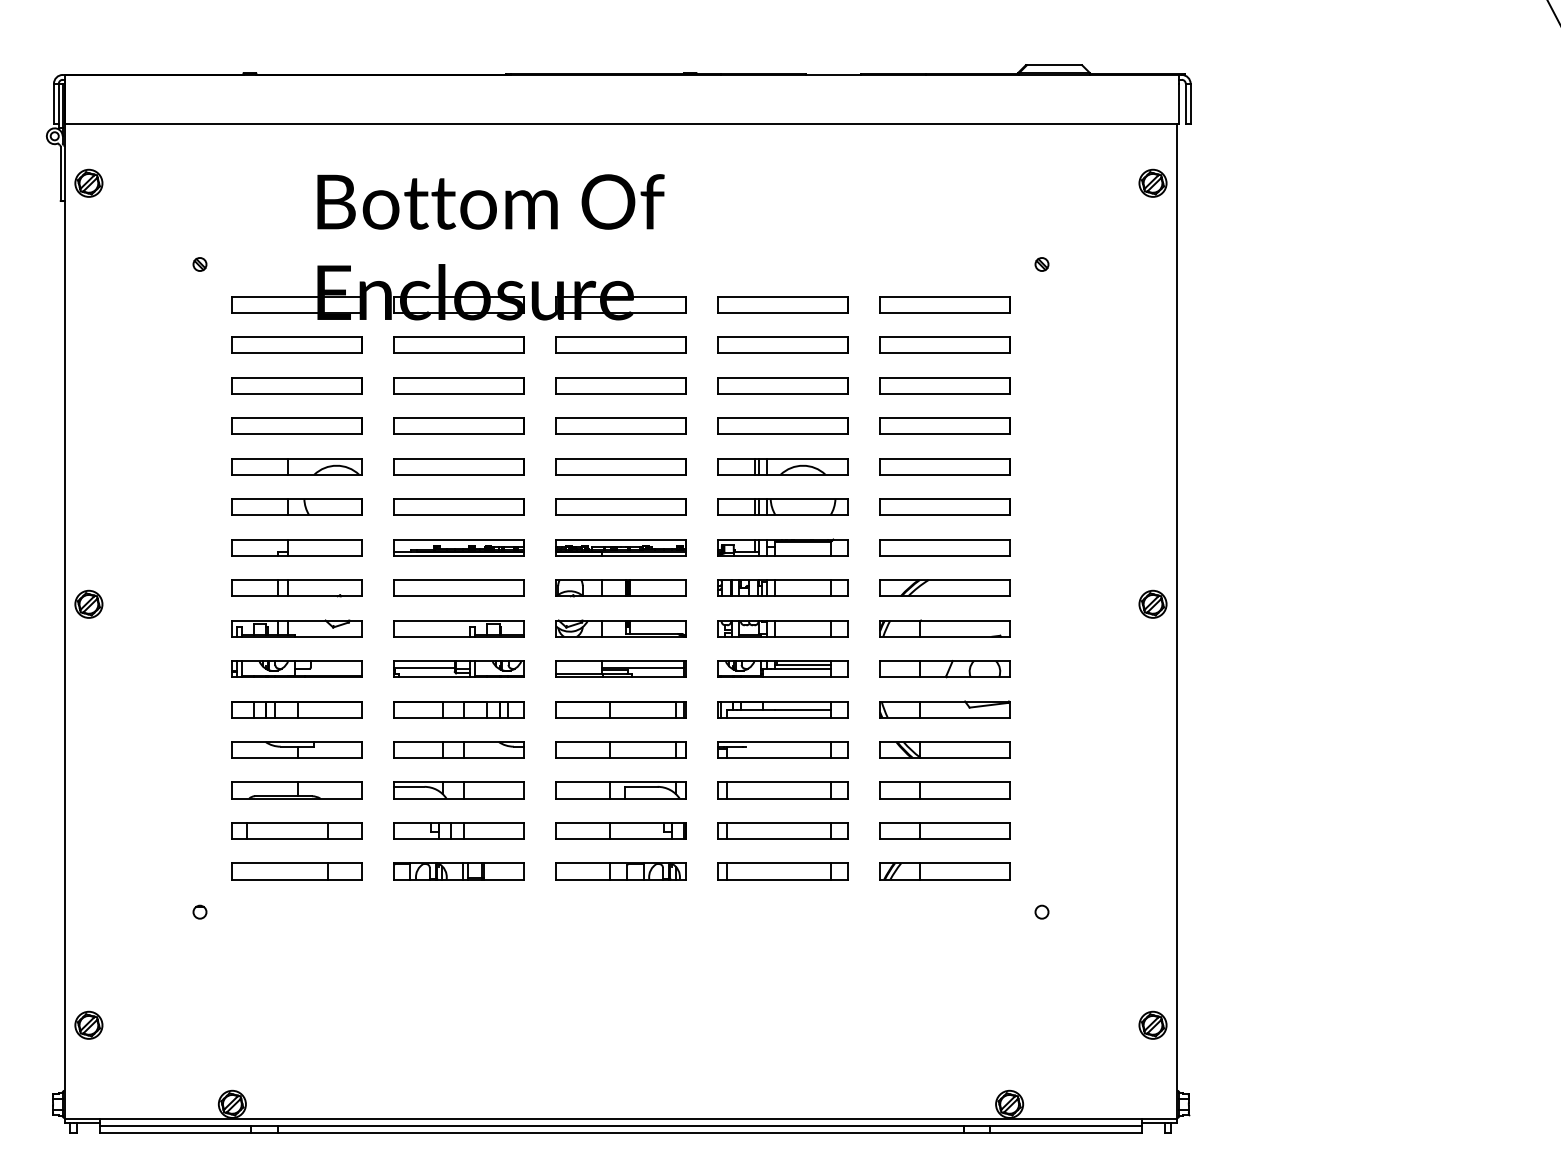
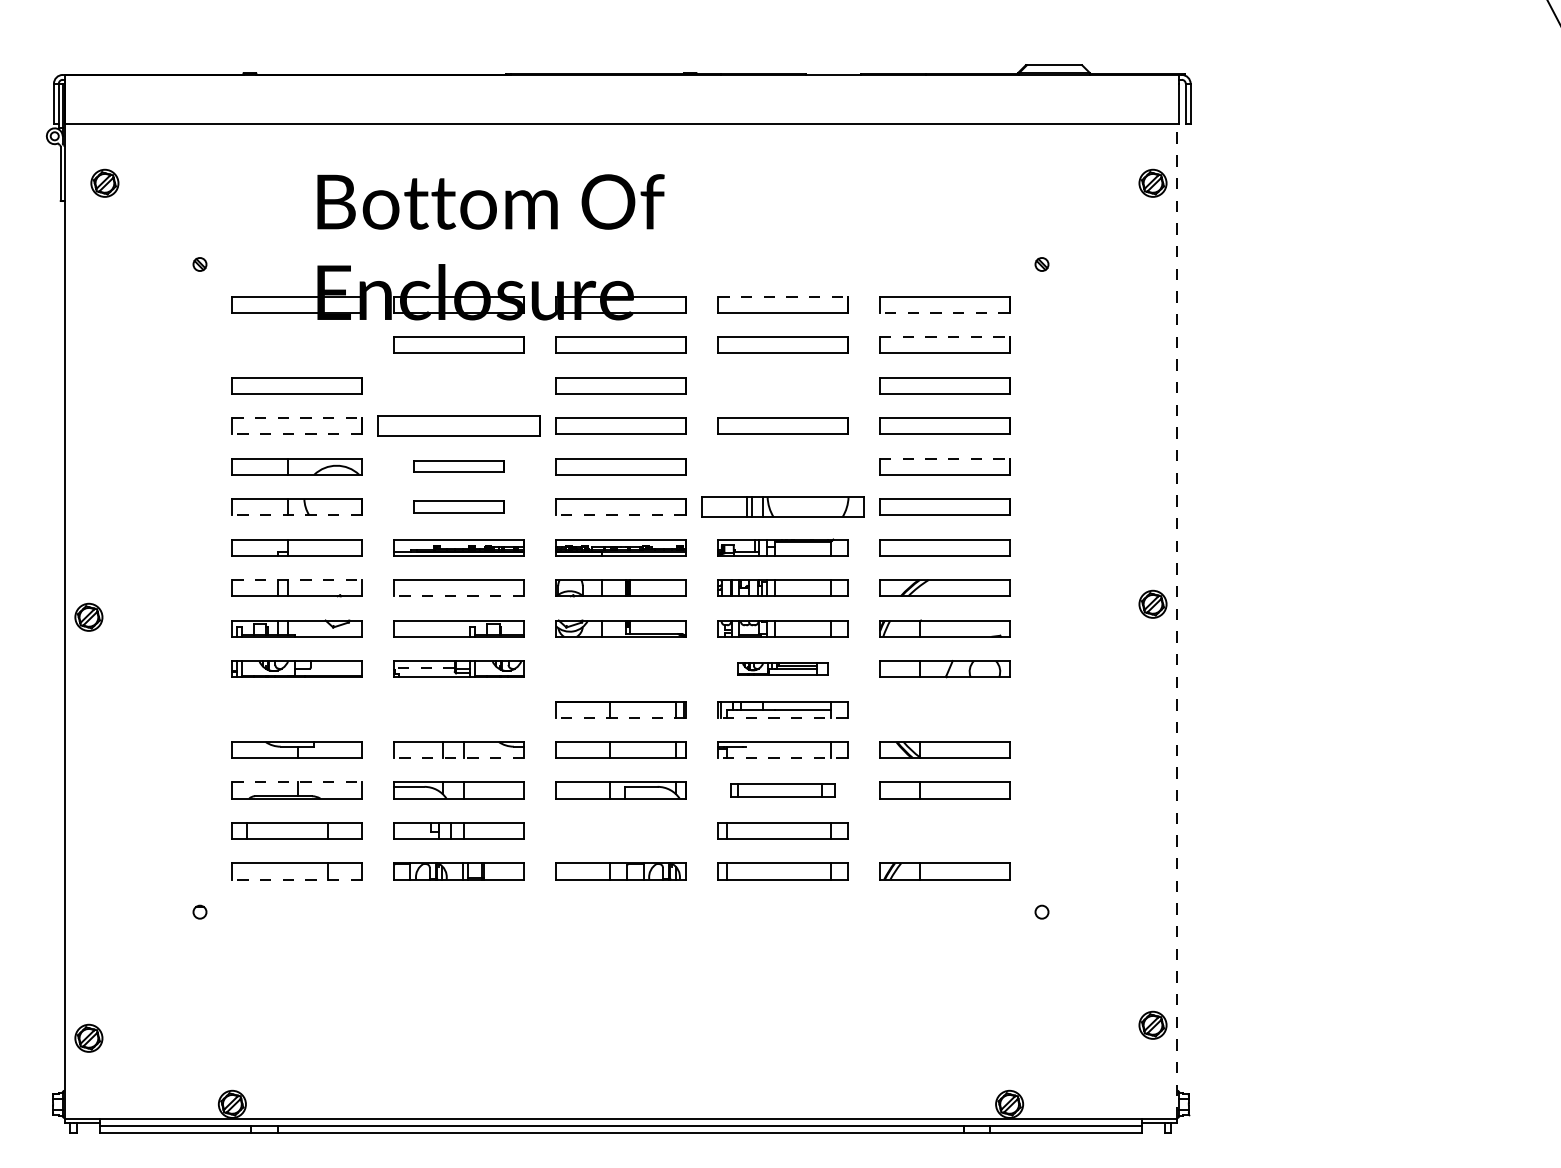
part at (88, 182) position: (88, 182) -> (104, 182)
line at (782, 296): solid -> dashed
line at (944, 312): solid -> dashed
line at (944, 337): solid -> dashed
part at (296, 344): present -> none
part at (458, 385): present -> none
part at (782, 385): present -> none
line at (297, 418): solid -> dashed
part at (458, 425) size: 132x18 px -> 164x22 px
line at (297, 434): solid -> dashed
line at (944, 458): solid -> dashed
part at (458, 466) size: 132x18 px -> 92x13 px
part at (782, 466): present -> none
part at (458, 506) size: 132x18 px -> 92x14 px
part at (782, 506) size: 132x18 px -> 164x22 px
line at (297, 515): solid -> dashed
line at (621, 515): solid -> dashed
line at (297, 580): solid -> dashed
line at (459, 596): solid -> dashed
part at (88, 603) position: (88, 603) -> (88, 616)
line at (1177, 621): solid -> dashed
line at (424, 668): solid -> dashed
part at (620, 668): present -> none
part at (782, 668) size: 132x18 px -> 92x14 px
part at (296, 709): present -> none
part at (458, 709): present -> none
part at (944, 709): present -> none
line at (621, 717): solid -> dashed
line at (782, 717): solid -> dashed
line at (459, 758): solid -> dashed
line at (782, 758): solid -> dashed
line at (297, 782): solid -> dashed
part at (782, 790) size: 132x19 px -> 106x15 px
part at (620, 830): present -> none
part at (944, 830): present -> none
line at (297, 879): solid -> dashed
part at (88, 1024) position: (88, 1024) -> (88, 1037)
